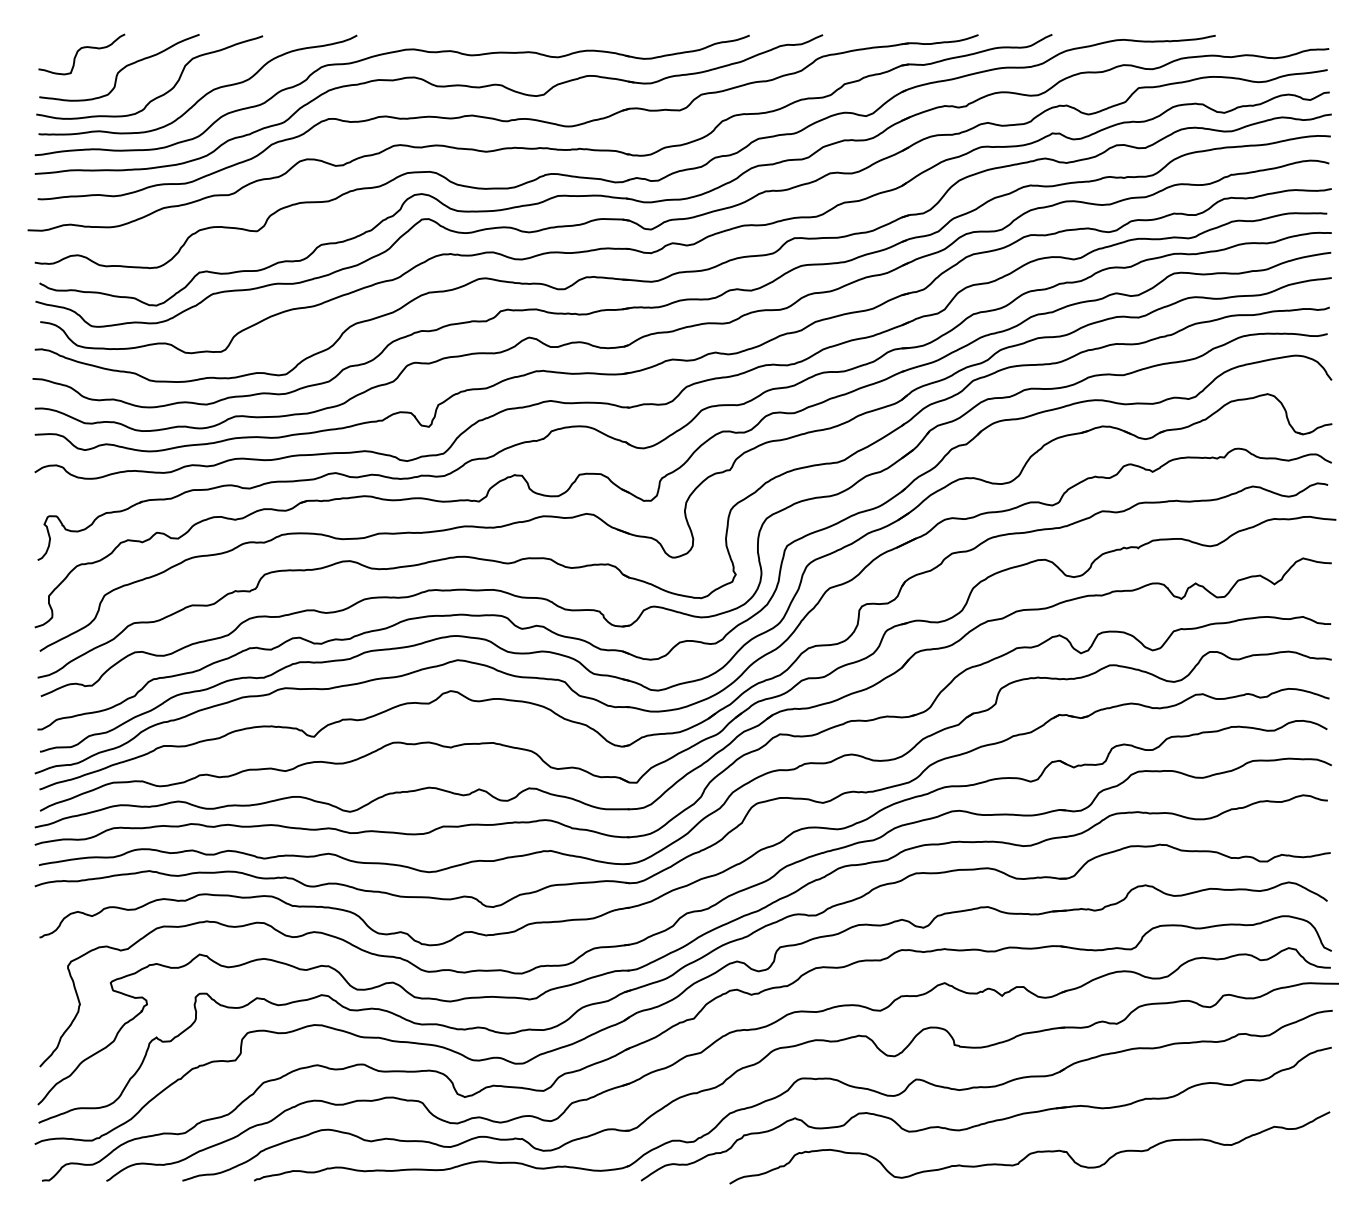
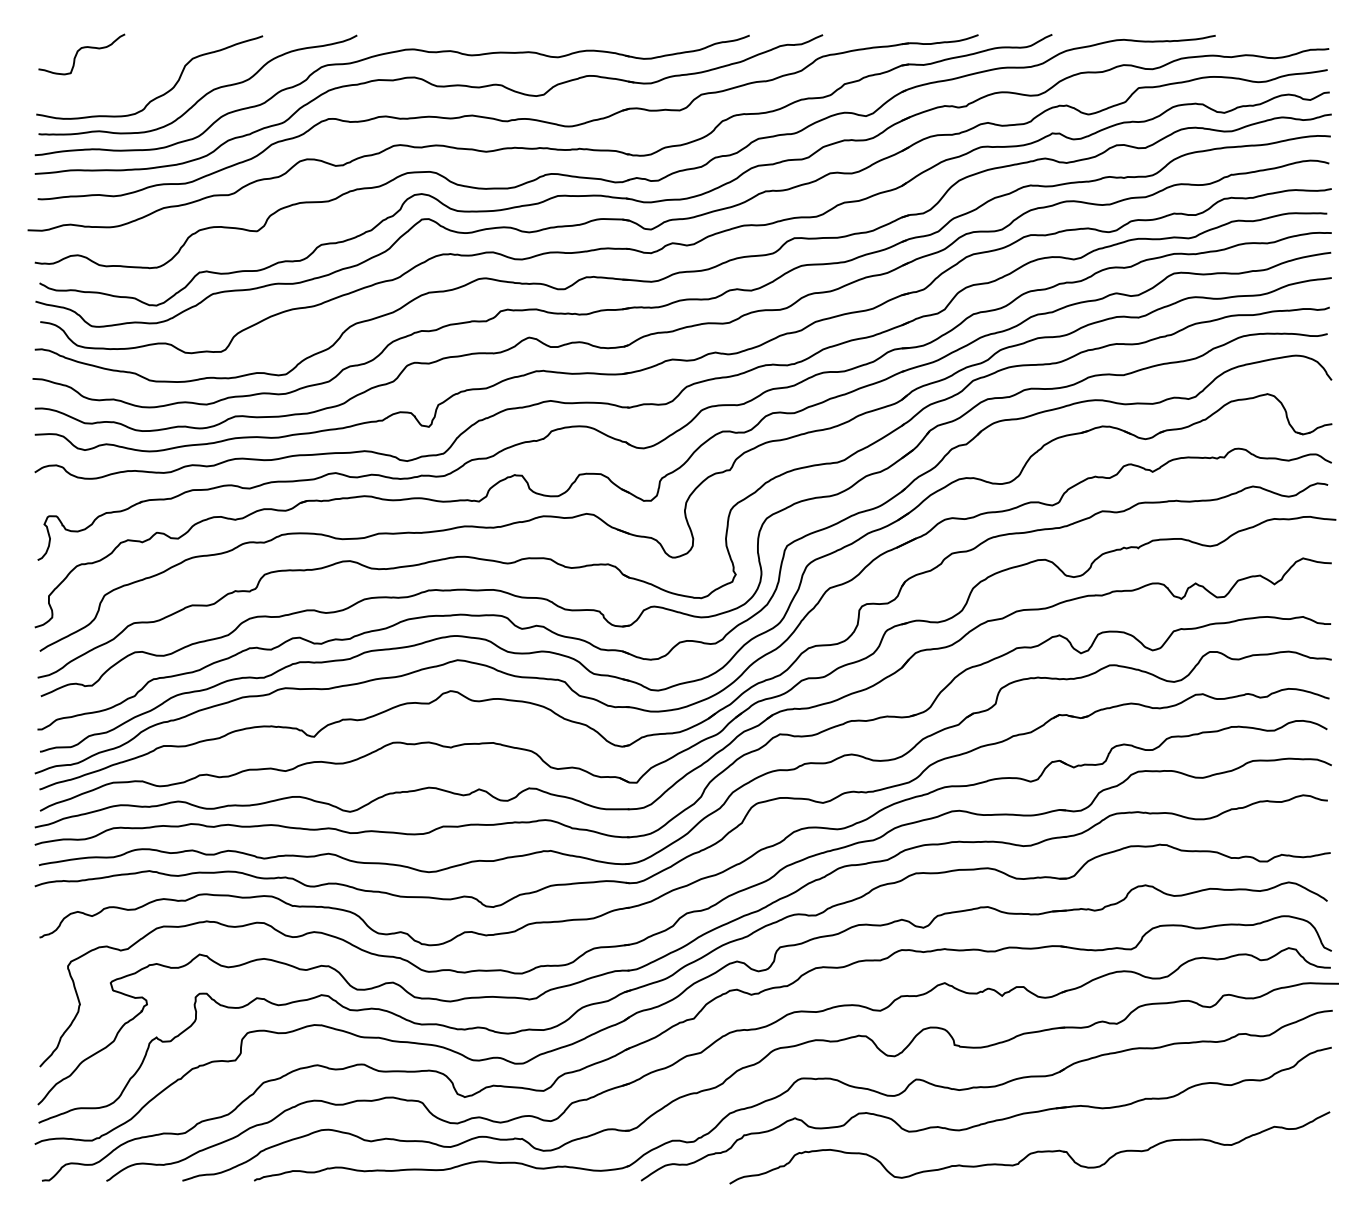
curve at (121, 68): present -> none
